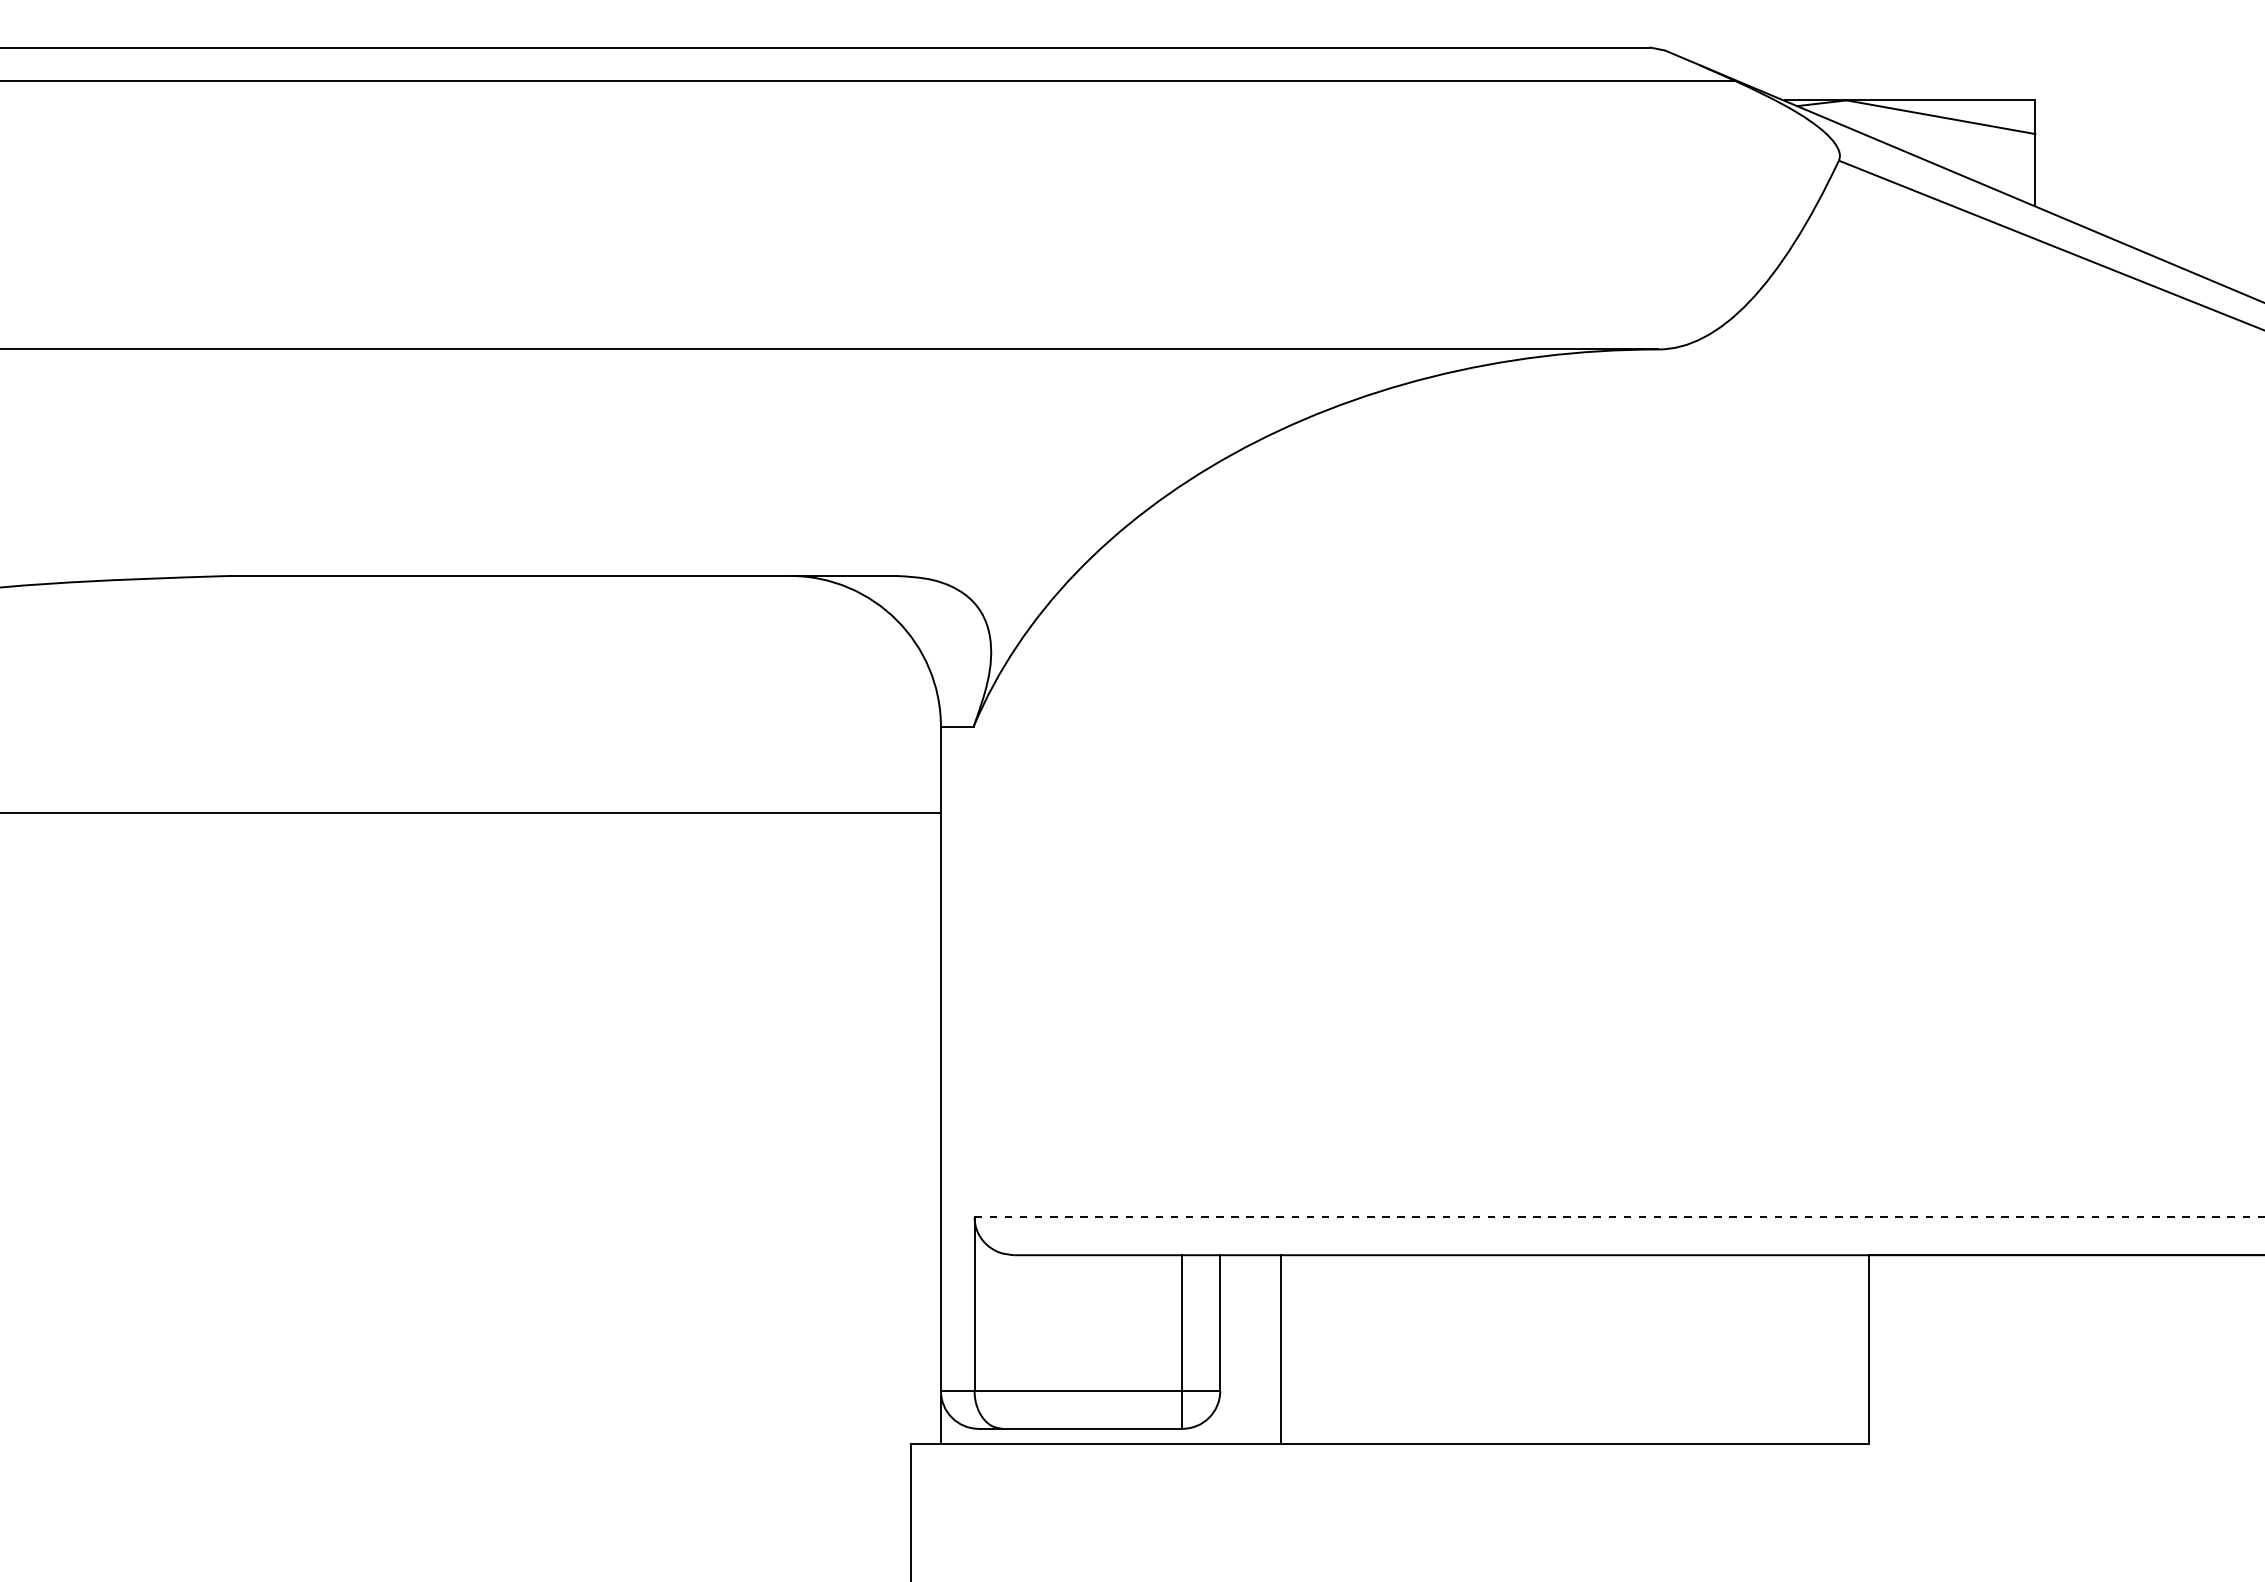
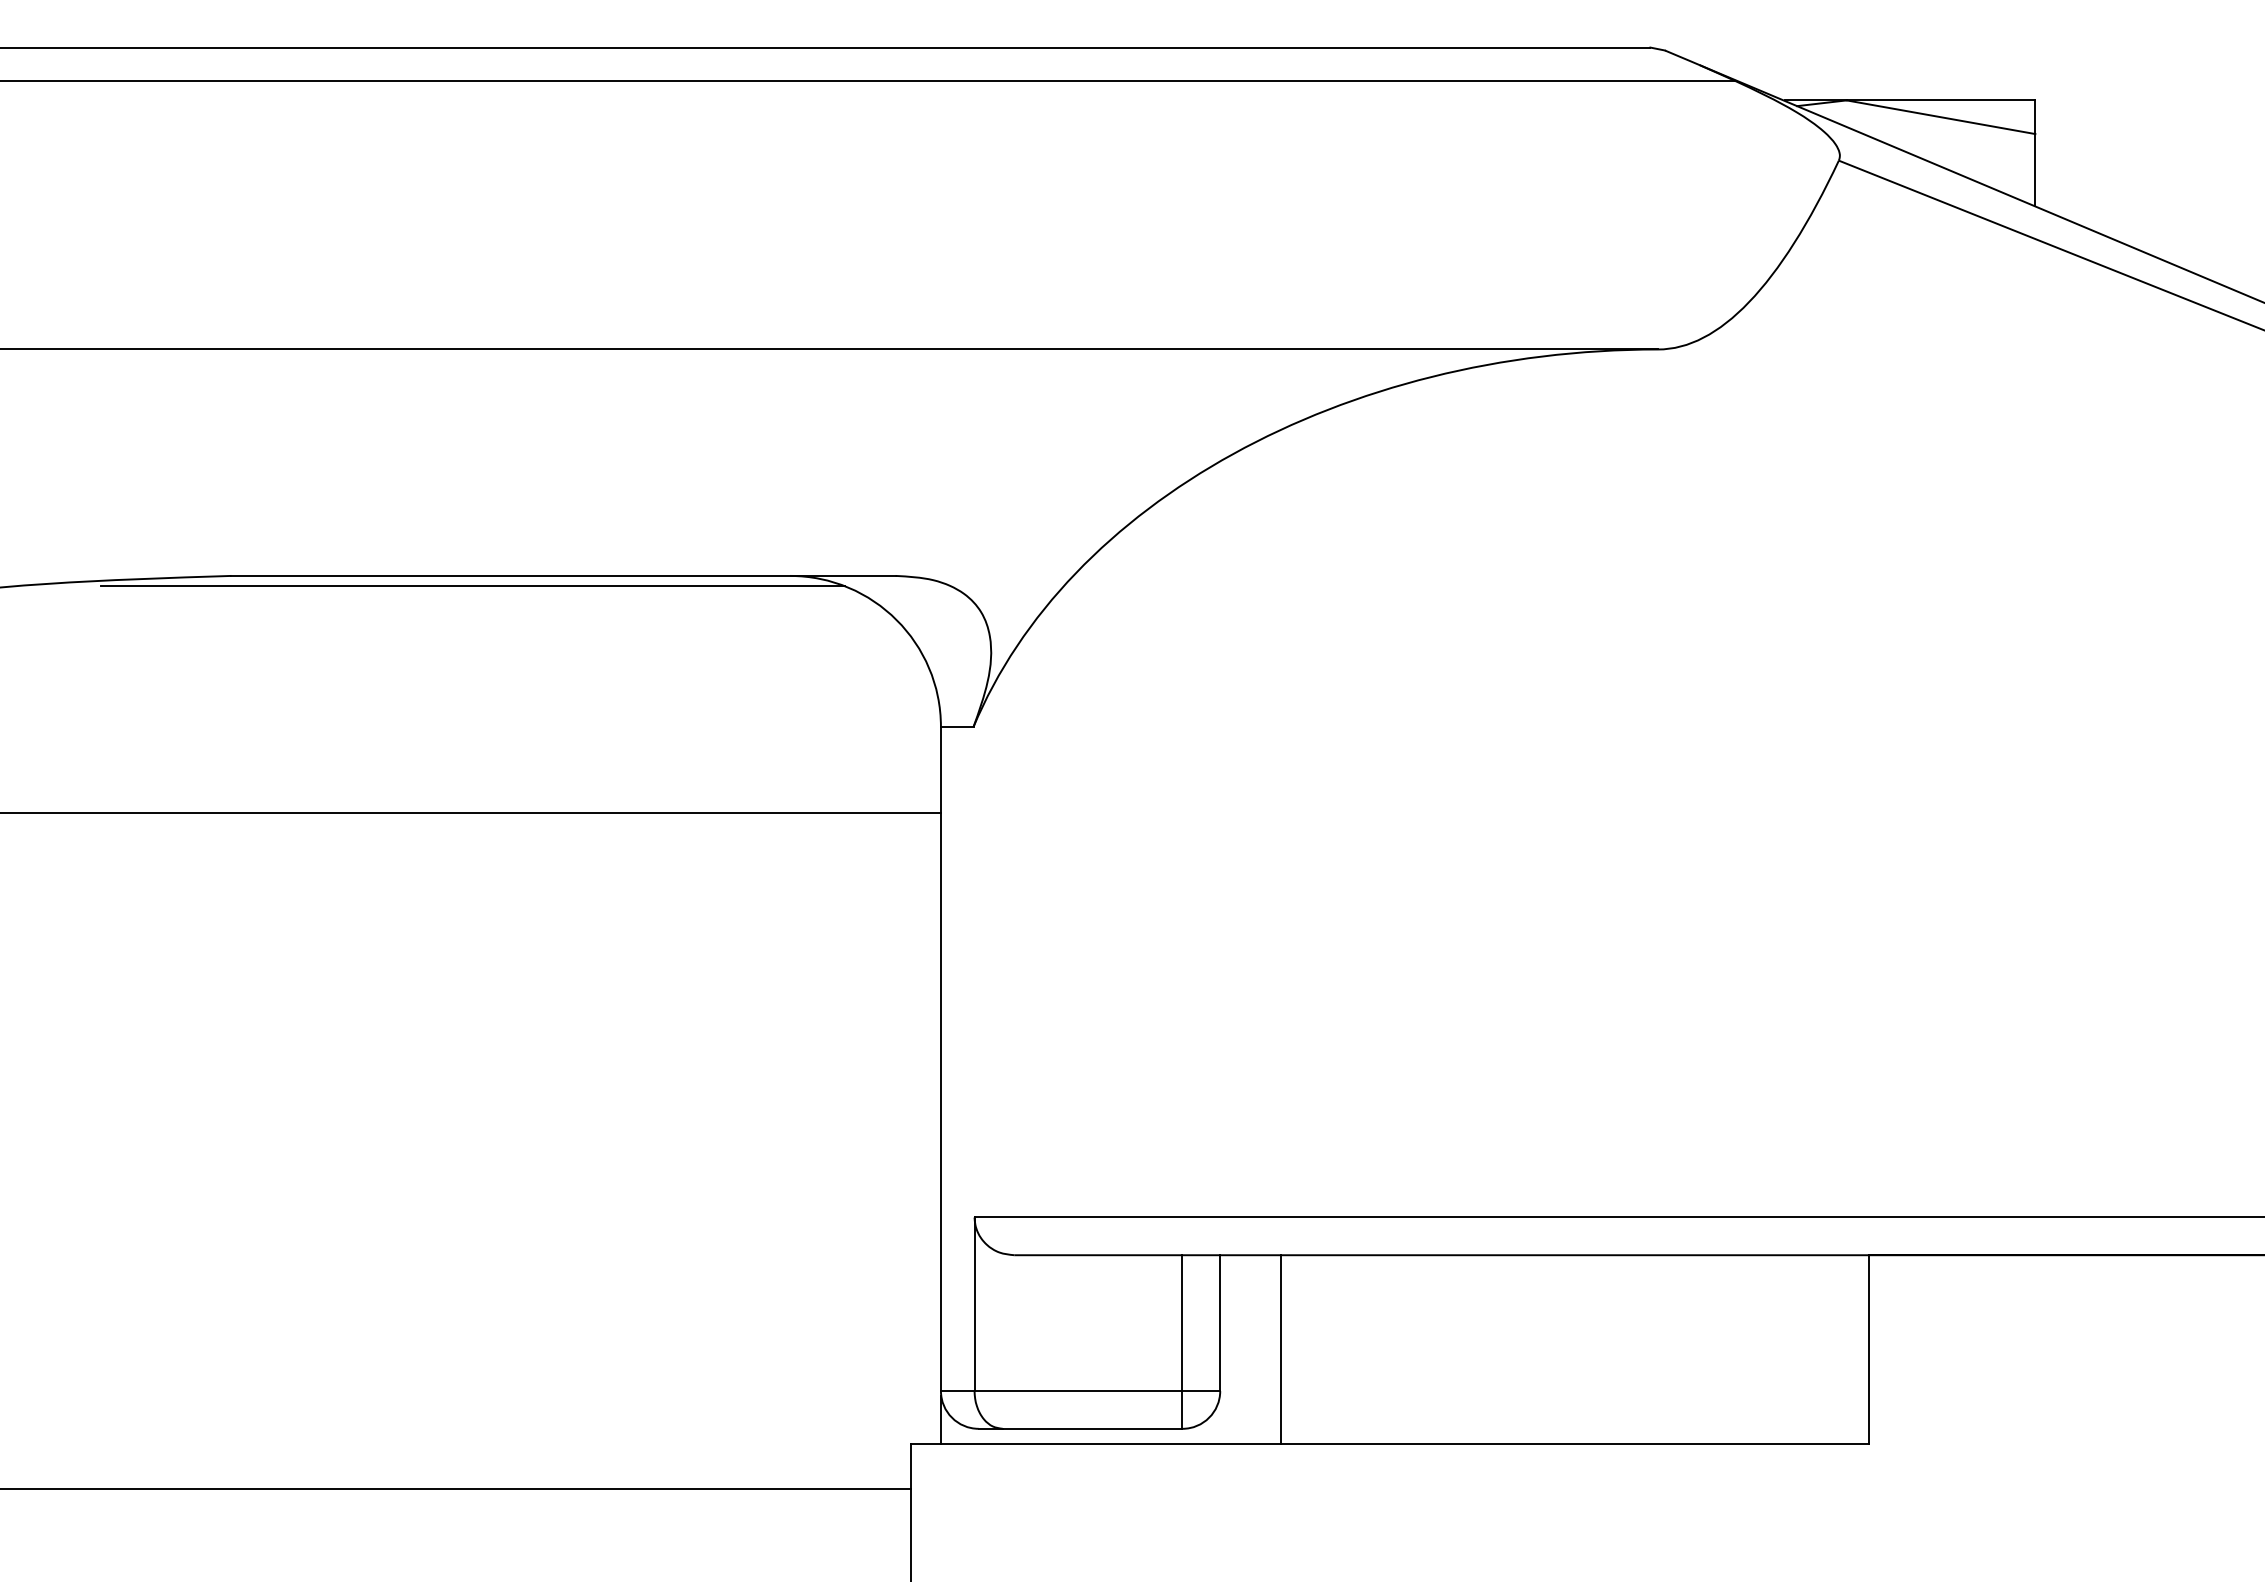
line at (472, 586): none -> present
line at (1619, 1217): dashed -> solid
line at (456, 1489): none -> present
